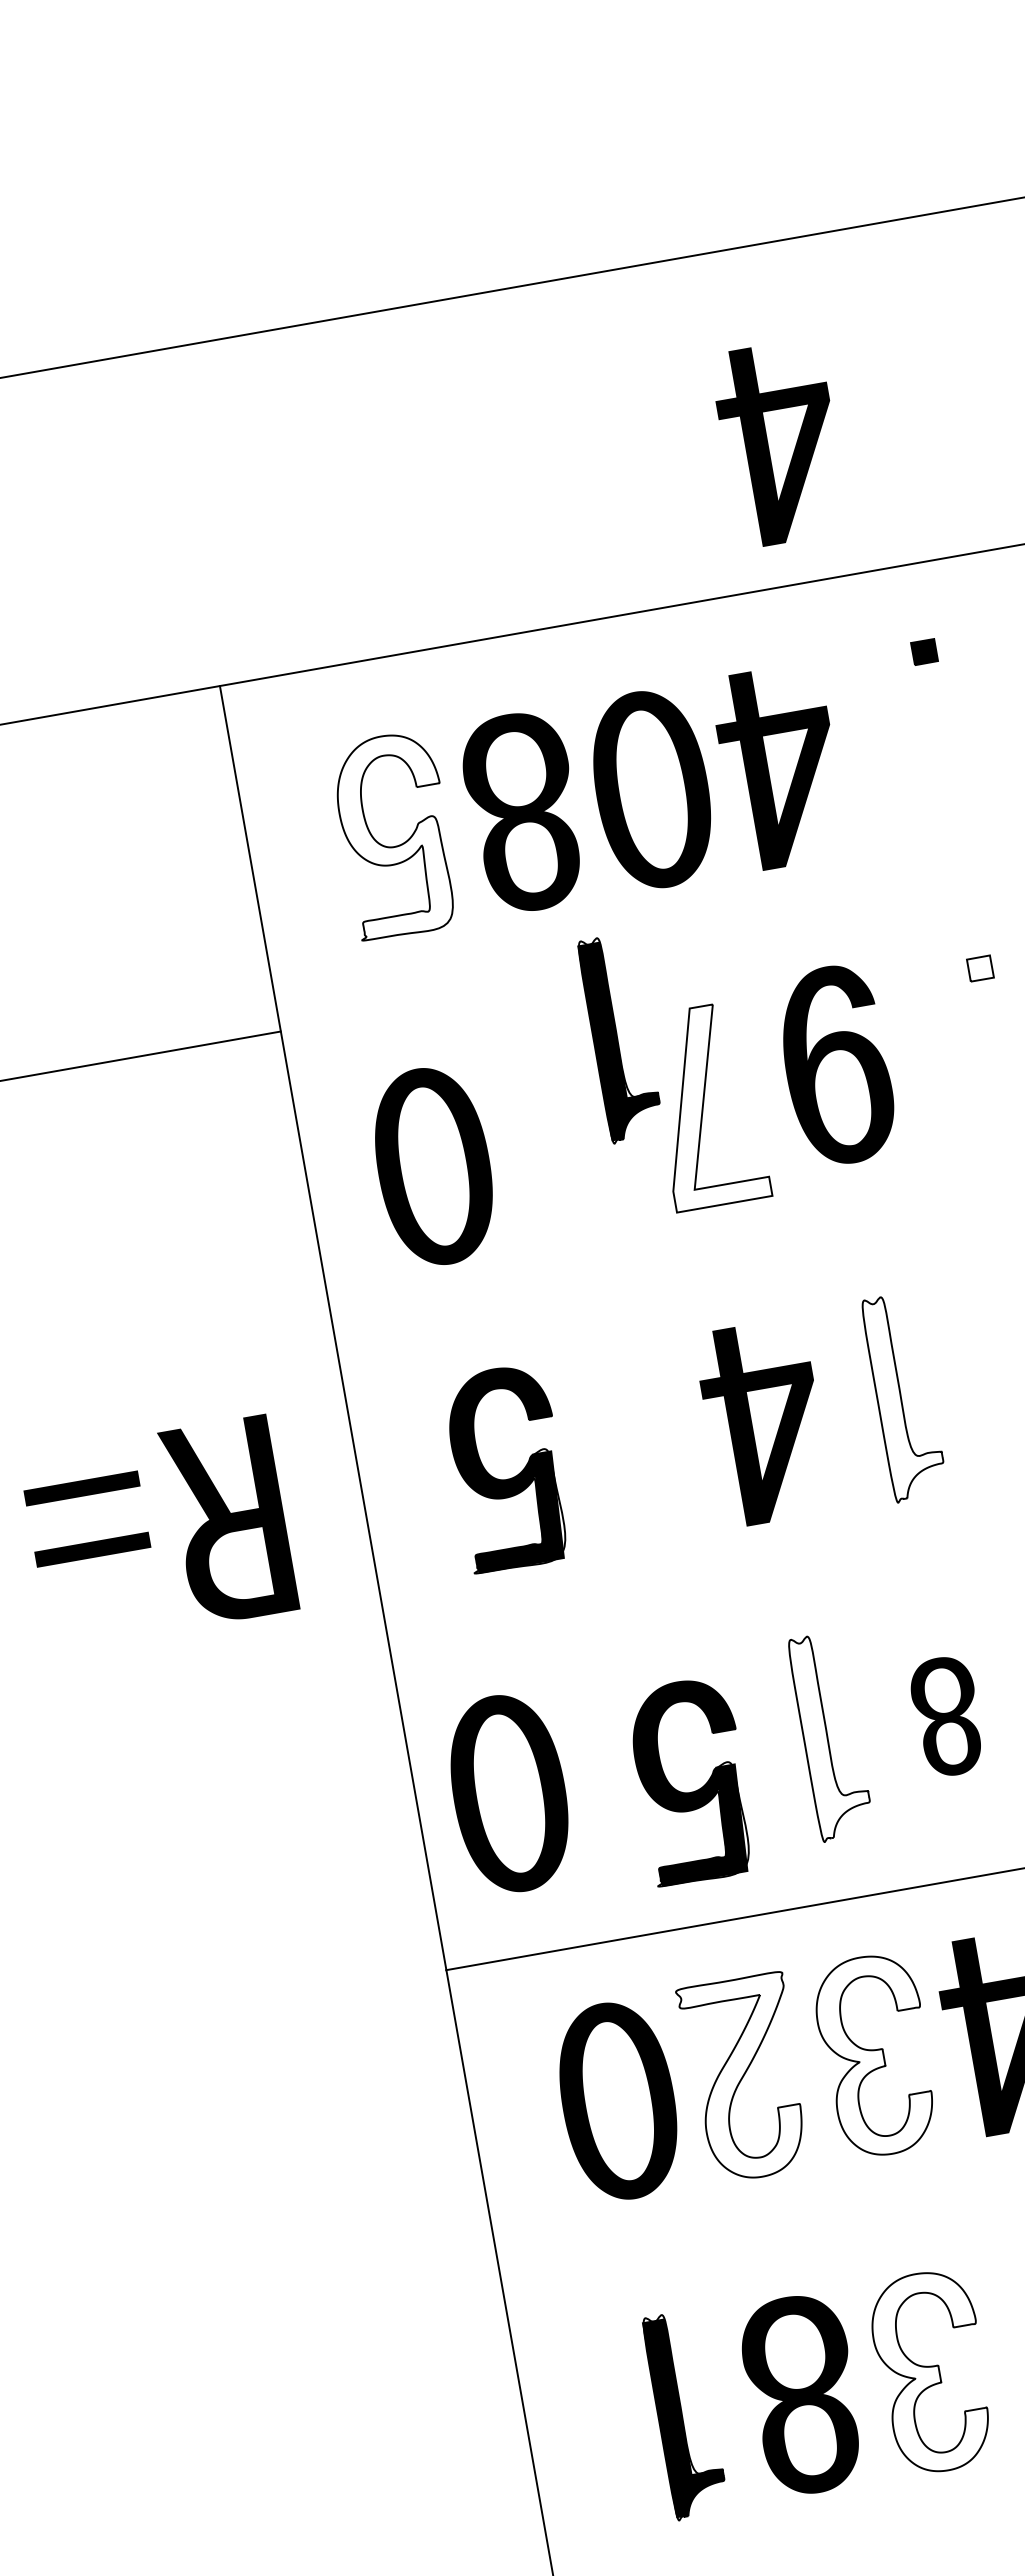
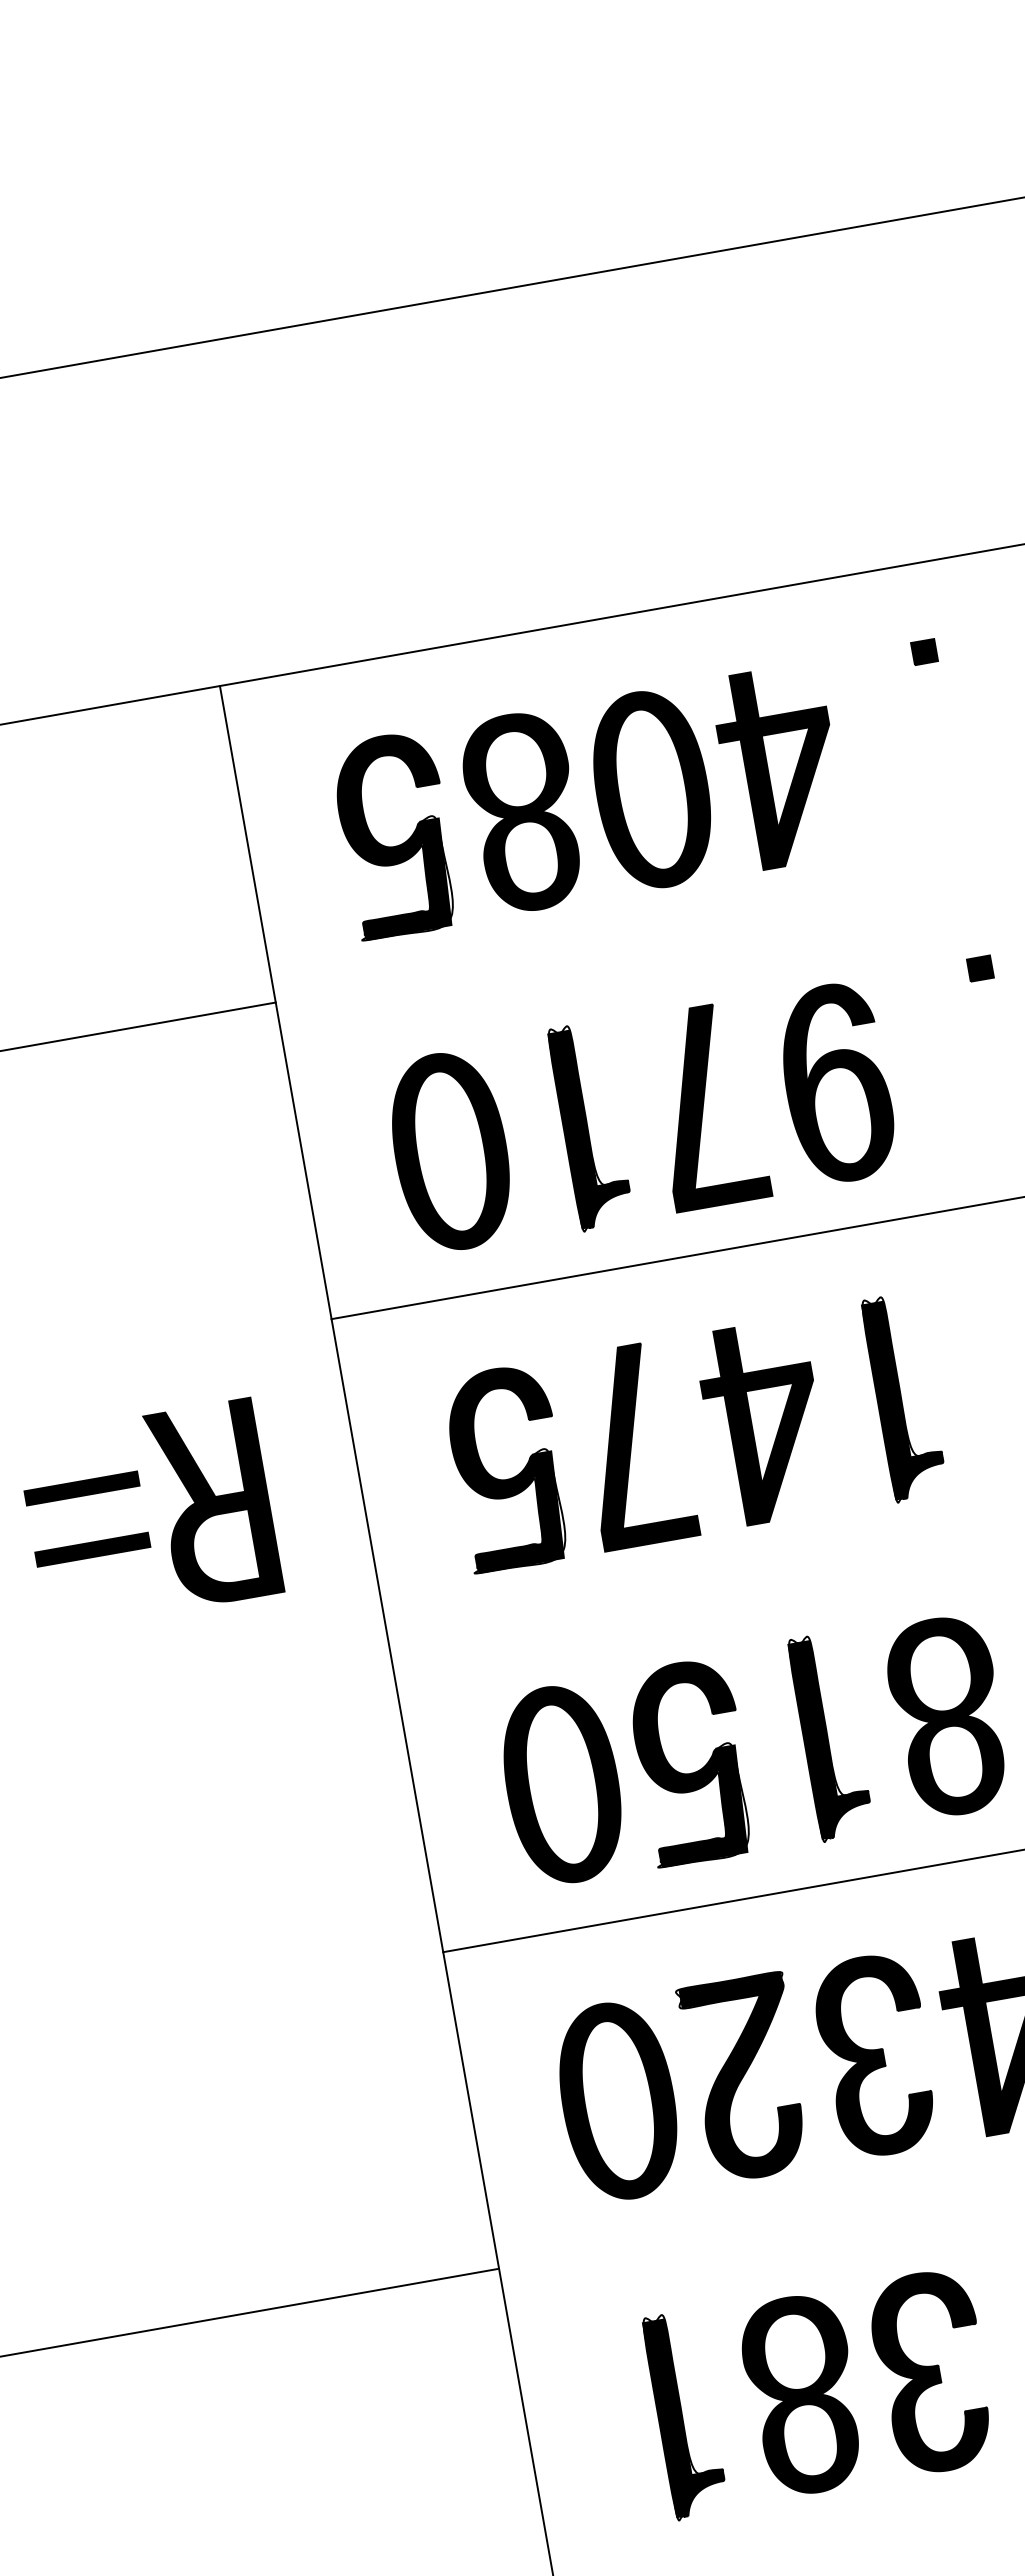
part at (772, 446): present -> none
fill at (394, 838): none -> present
fill at (979, 968): none -> present
part at (618, 1040) position: (618, 1040) -> (588, 1128)
line at (141, 1055) position: (141, 1055) -> (138, 1026)
part at (838, 1064) position: (838, 1064) -> (838, 1082)
fill at (722, 1108): none -> present
part at (433, 1166) position: (433, 1166) -> (450, 1151)
line at (676, 1258): none -> present
fill at (901, 1400): none -> present
part at (632, 1443): none -> present
part at (228, 1516) position: (228, 1516) -> (213, 1499)
part at (945, 1716) size: 71x119 px -> 118x199 px
fill at (828, 1739): none -> present
part at (691, 1791) position: (691, 1791) -> (691, 1772)
part at (509, 1793) position: (509, 1793) -> (562, 1784)
line at (733, 1919) position: (733, 1919) -> (732, 1901)
fill at (874, 2055): none -> present
fill at (739, 2074): none -> present
line at (250, 2312): none -> present
fill at (929, 2372): none -> present
